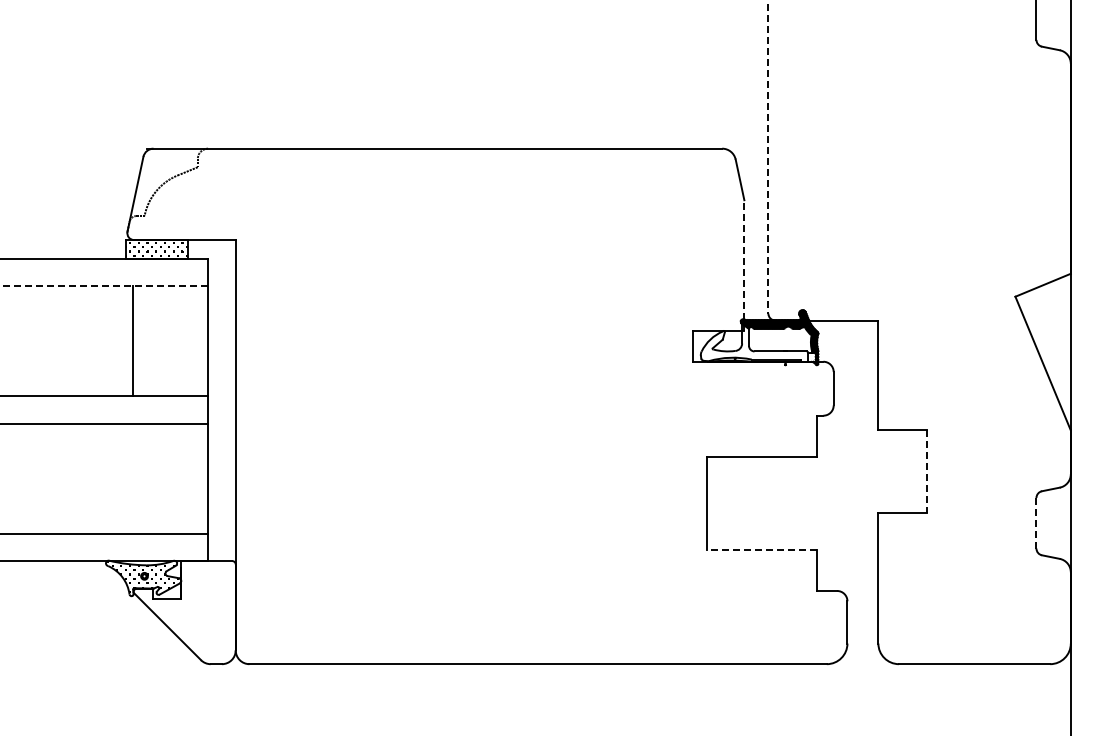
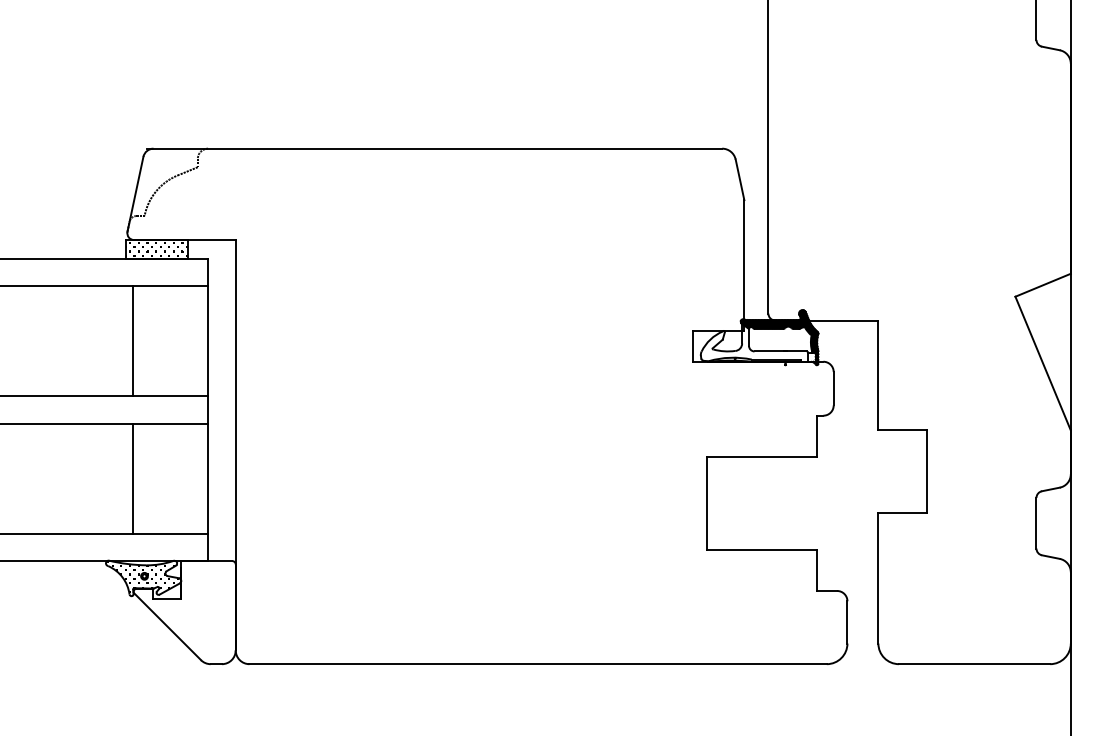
line at (768, 156): dashed -> solid
line at (744, 265): dashed -> solid
line at (104, 286): dashed -> solid
line at (926, 472): dashed -> solid
line at (132, 478): none -> present
line at (1036, 523): dashed -> solid
line at (761, 549): dashed -> solid
